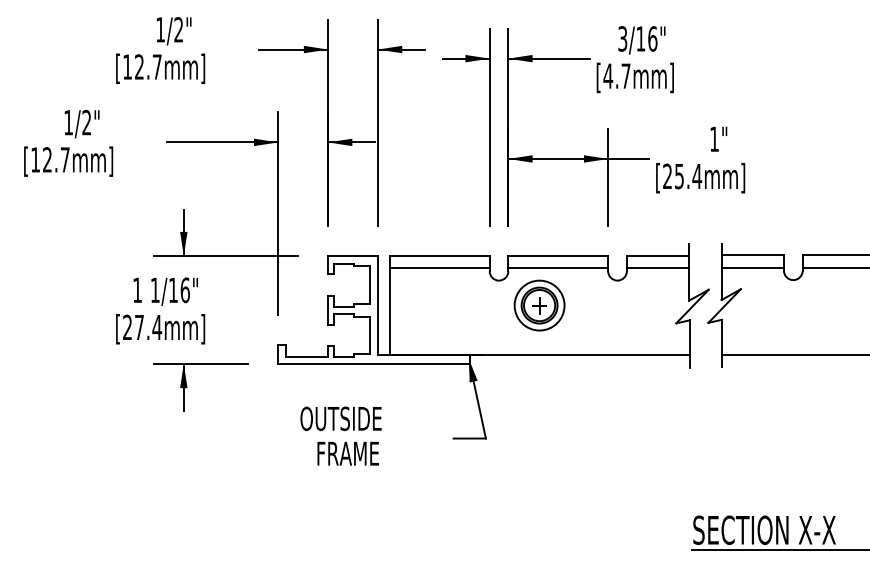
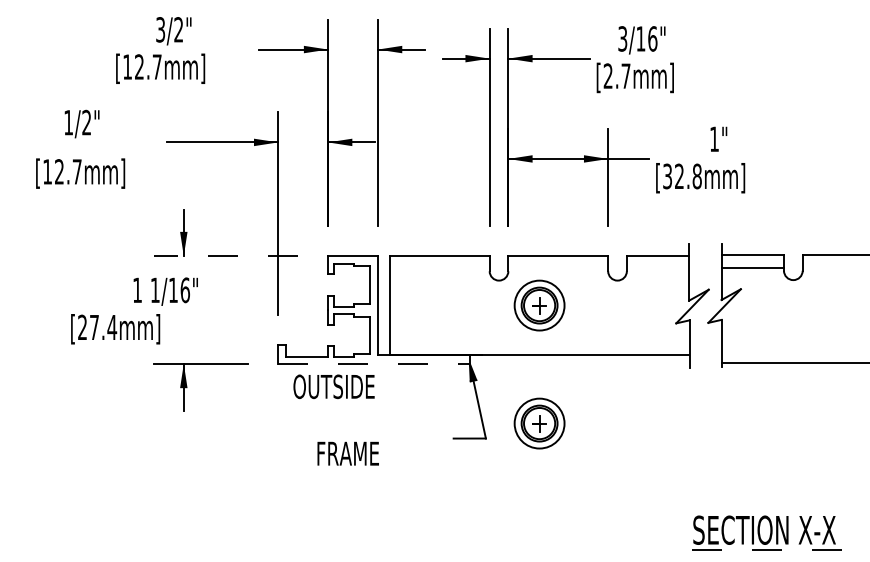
text at (160, 29): 1/2" -> 3/2"
text at (608, 75): [4.7mm] -> [2.7mm]
text at (68, 161) position: (68, 161) -> (80, 173)
text at (682, 176): [25.4mm] -> [32.8mm]
line at (225, 256): solid -> dashed
line at (834, 267): present -> none
line at (439, 268): present -> none
line at (558, 268): present -> none
line at (657, 268): present -> none
text at (160, 329) position: (160, 329) -> (115, 329)
line at (793, 355) position: (793, 355) -> (793, 363)
line at (374, 363): solid -> dashed
text at (340, 418) position: (340, 418) -> (333, 386)
part at (539, 423): none -> present
line at (780, 550): solid -> dashed
